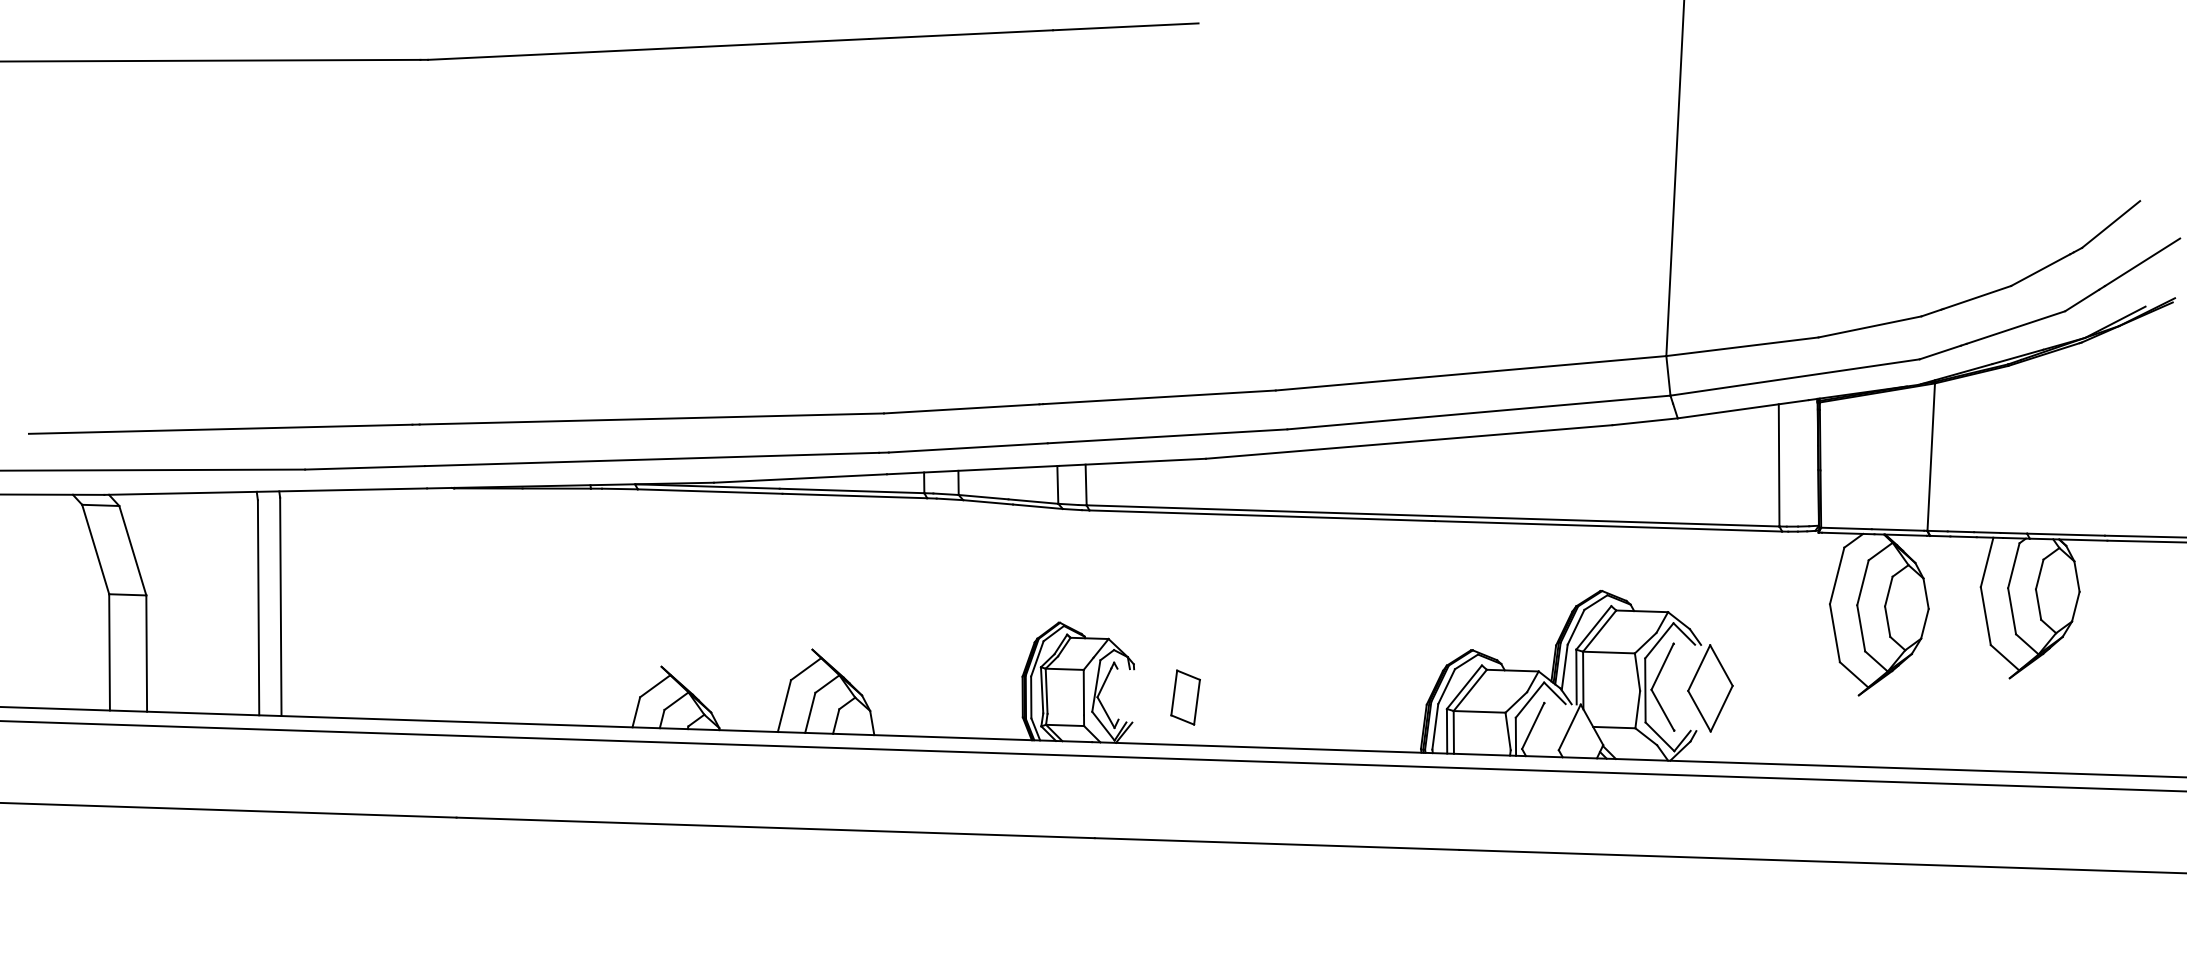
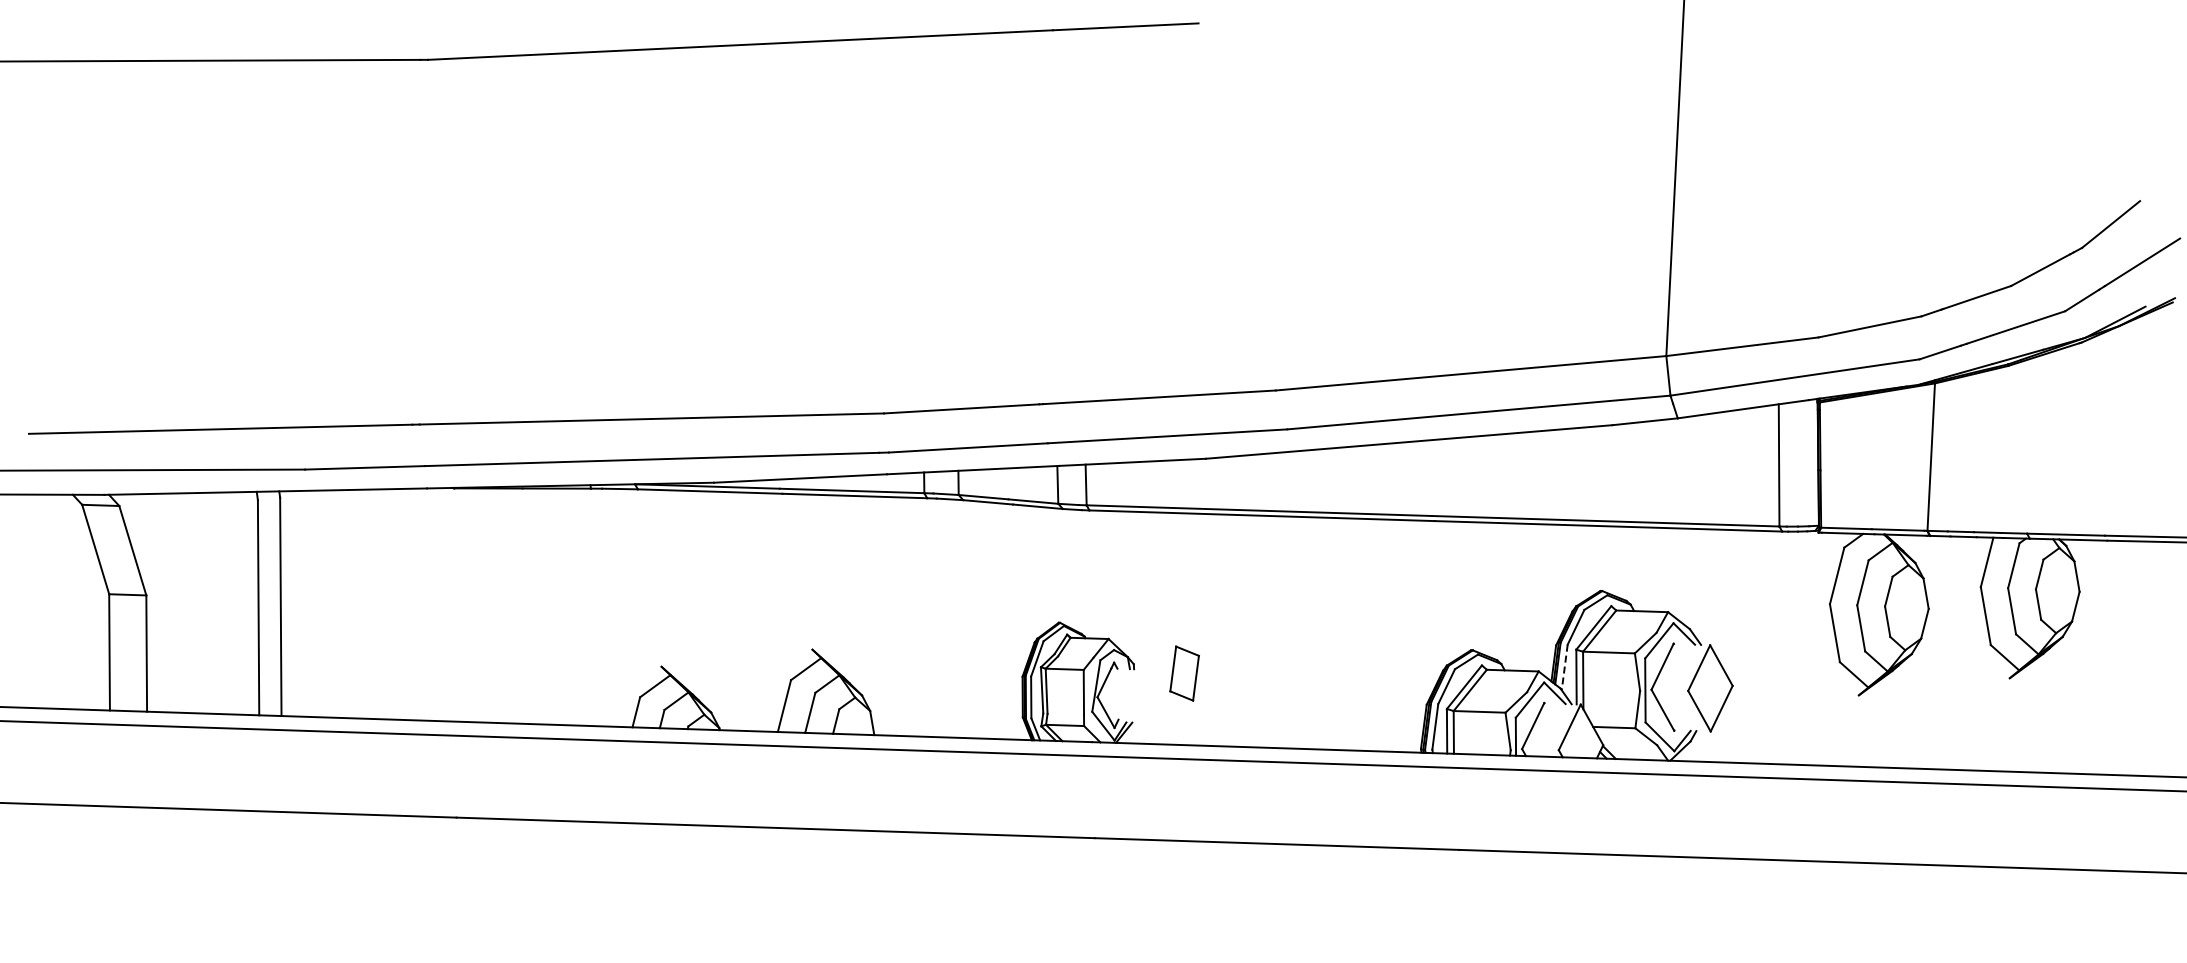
line at (1564, 667): solid -> dashed
part at (1185, 697) position: (1185, 697) -> (1184, 673)
